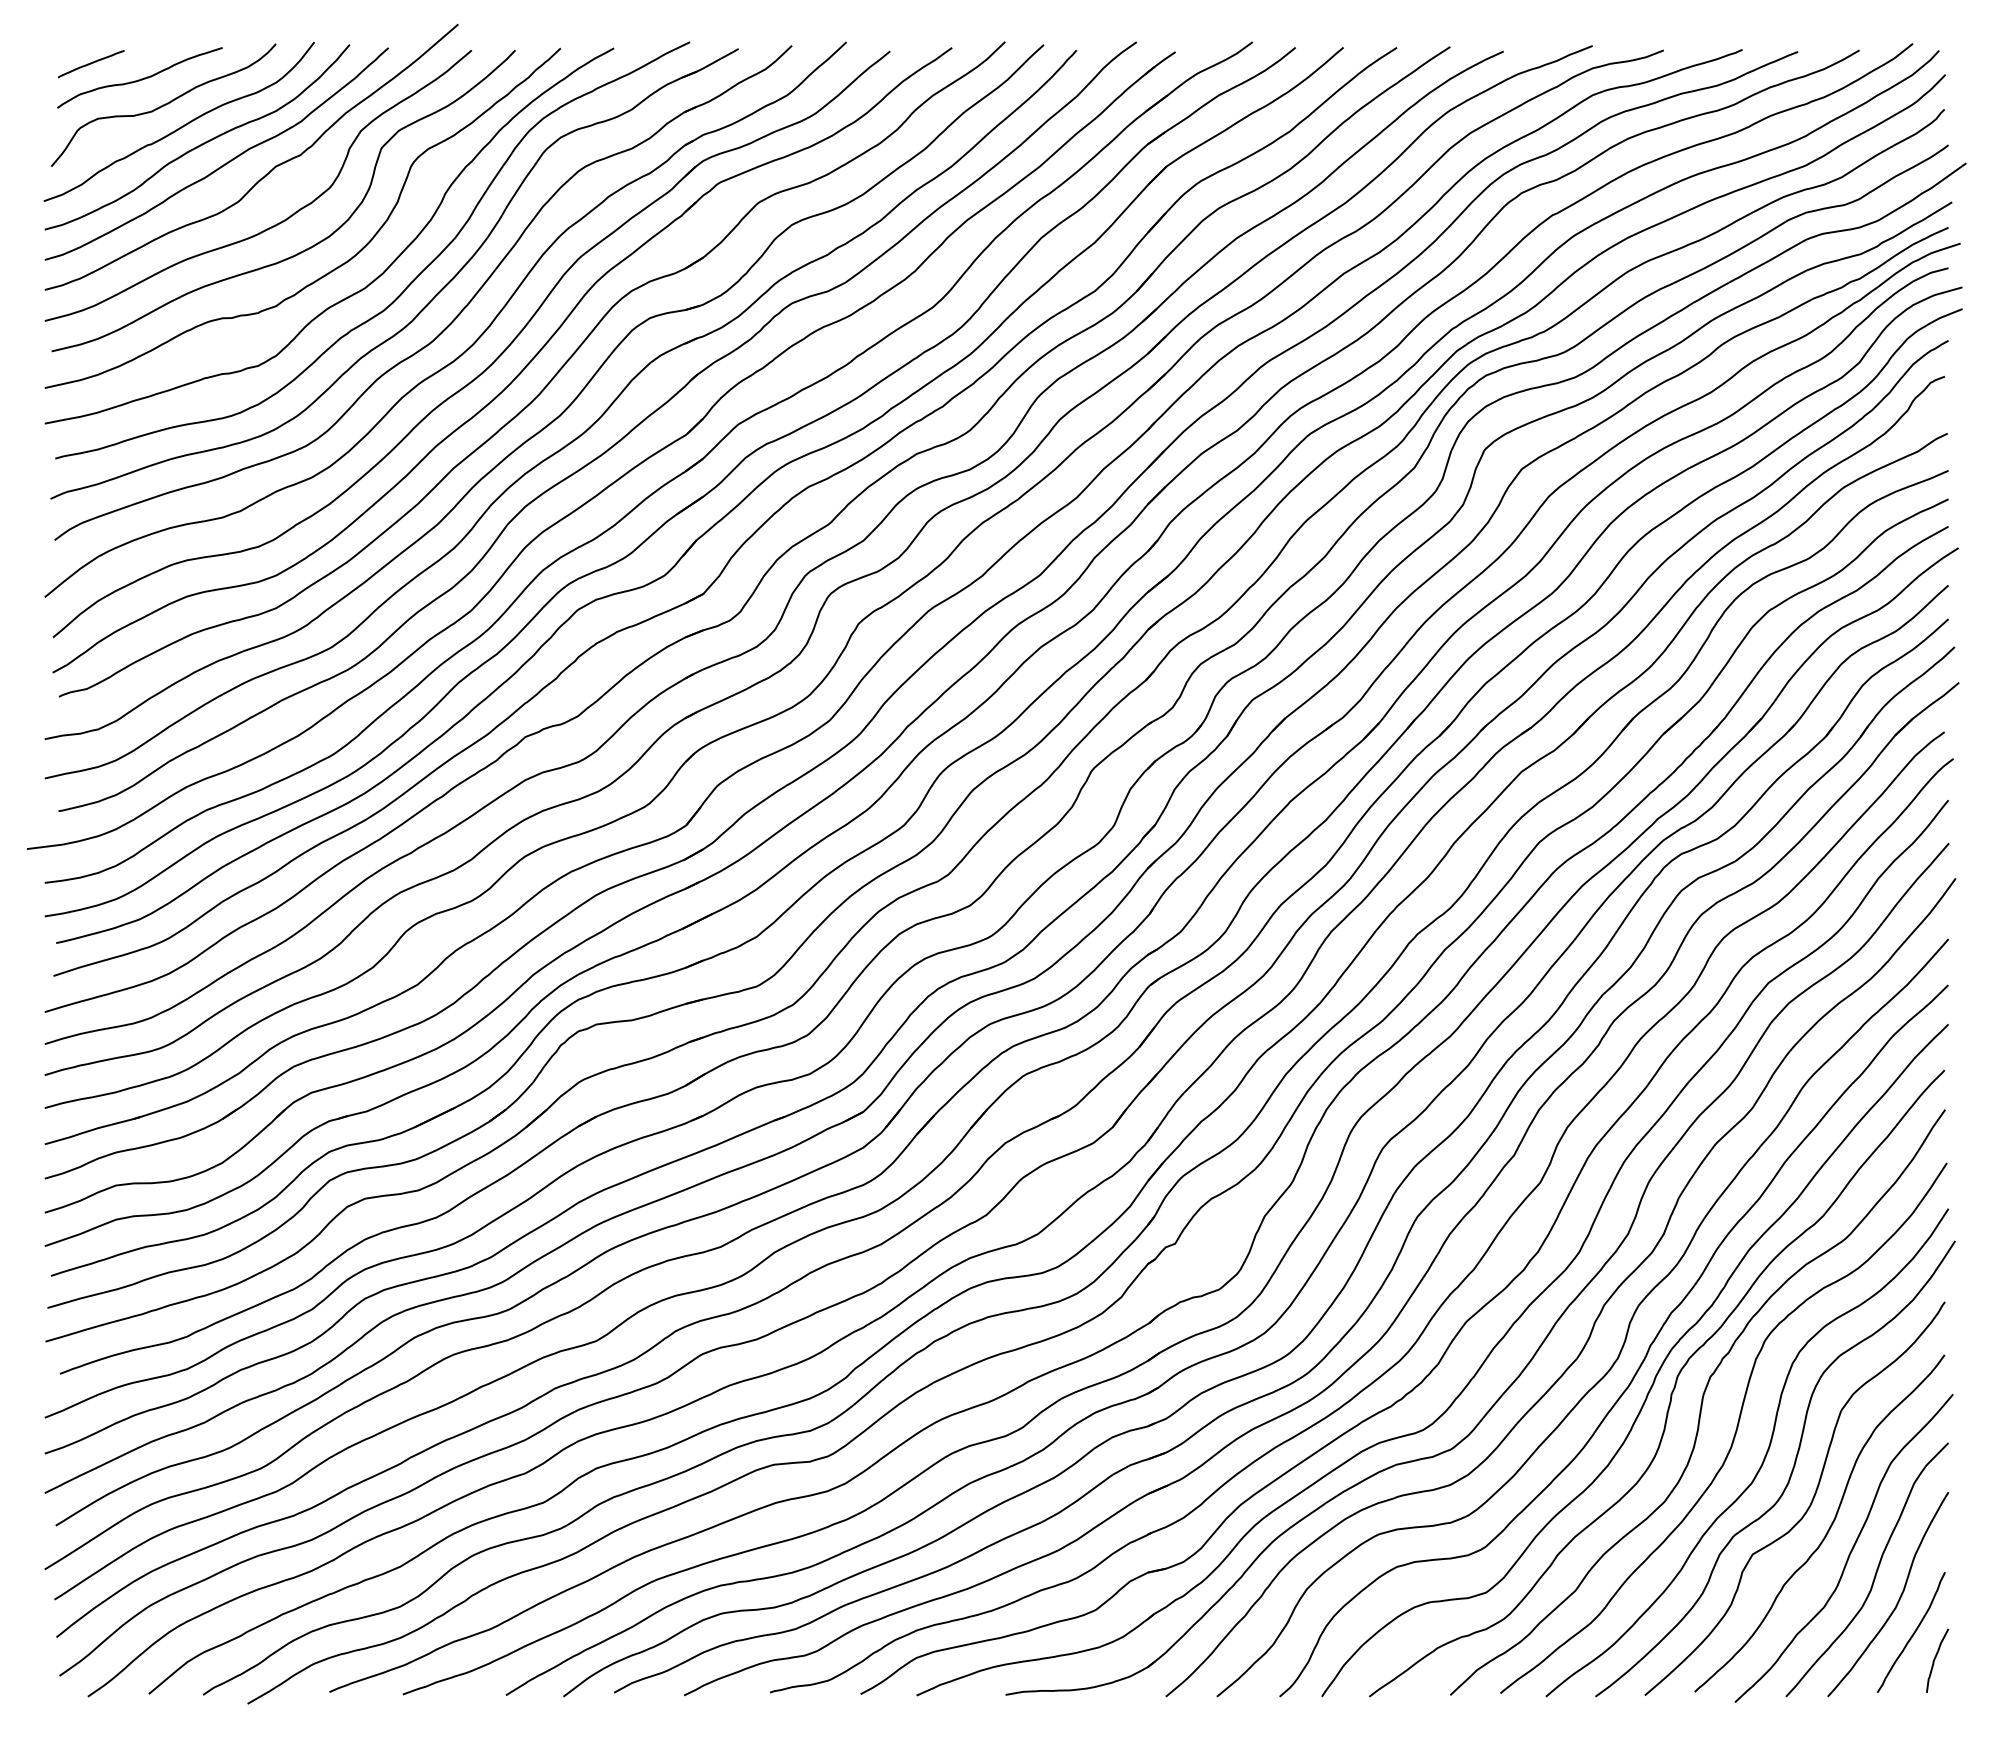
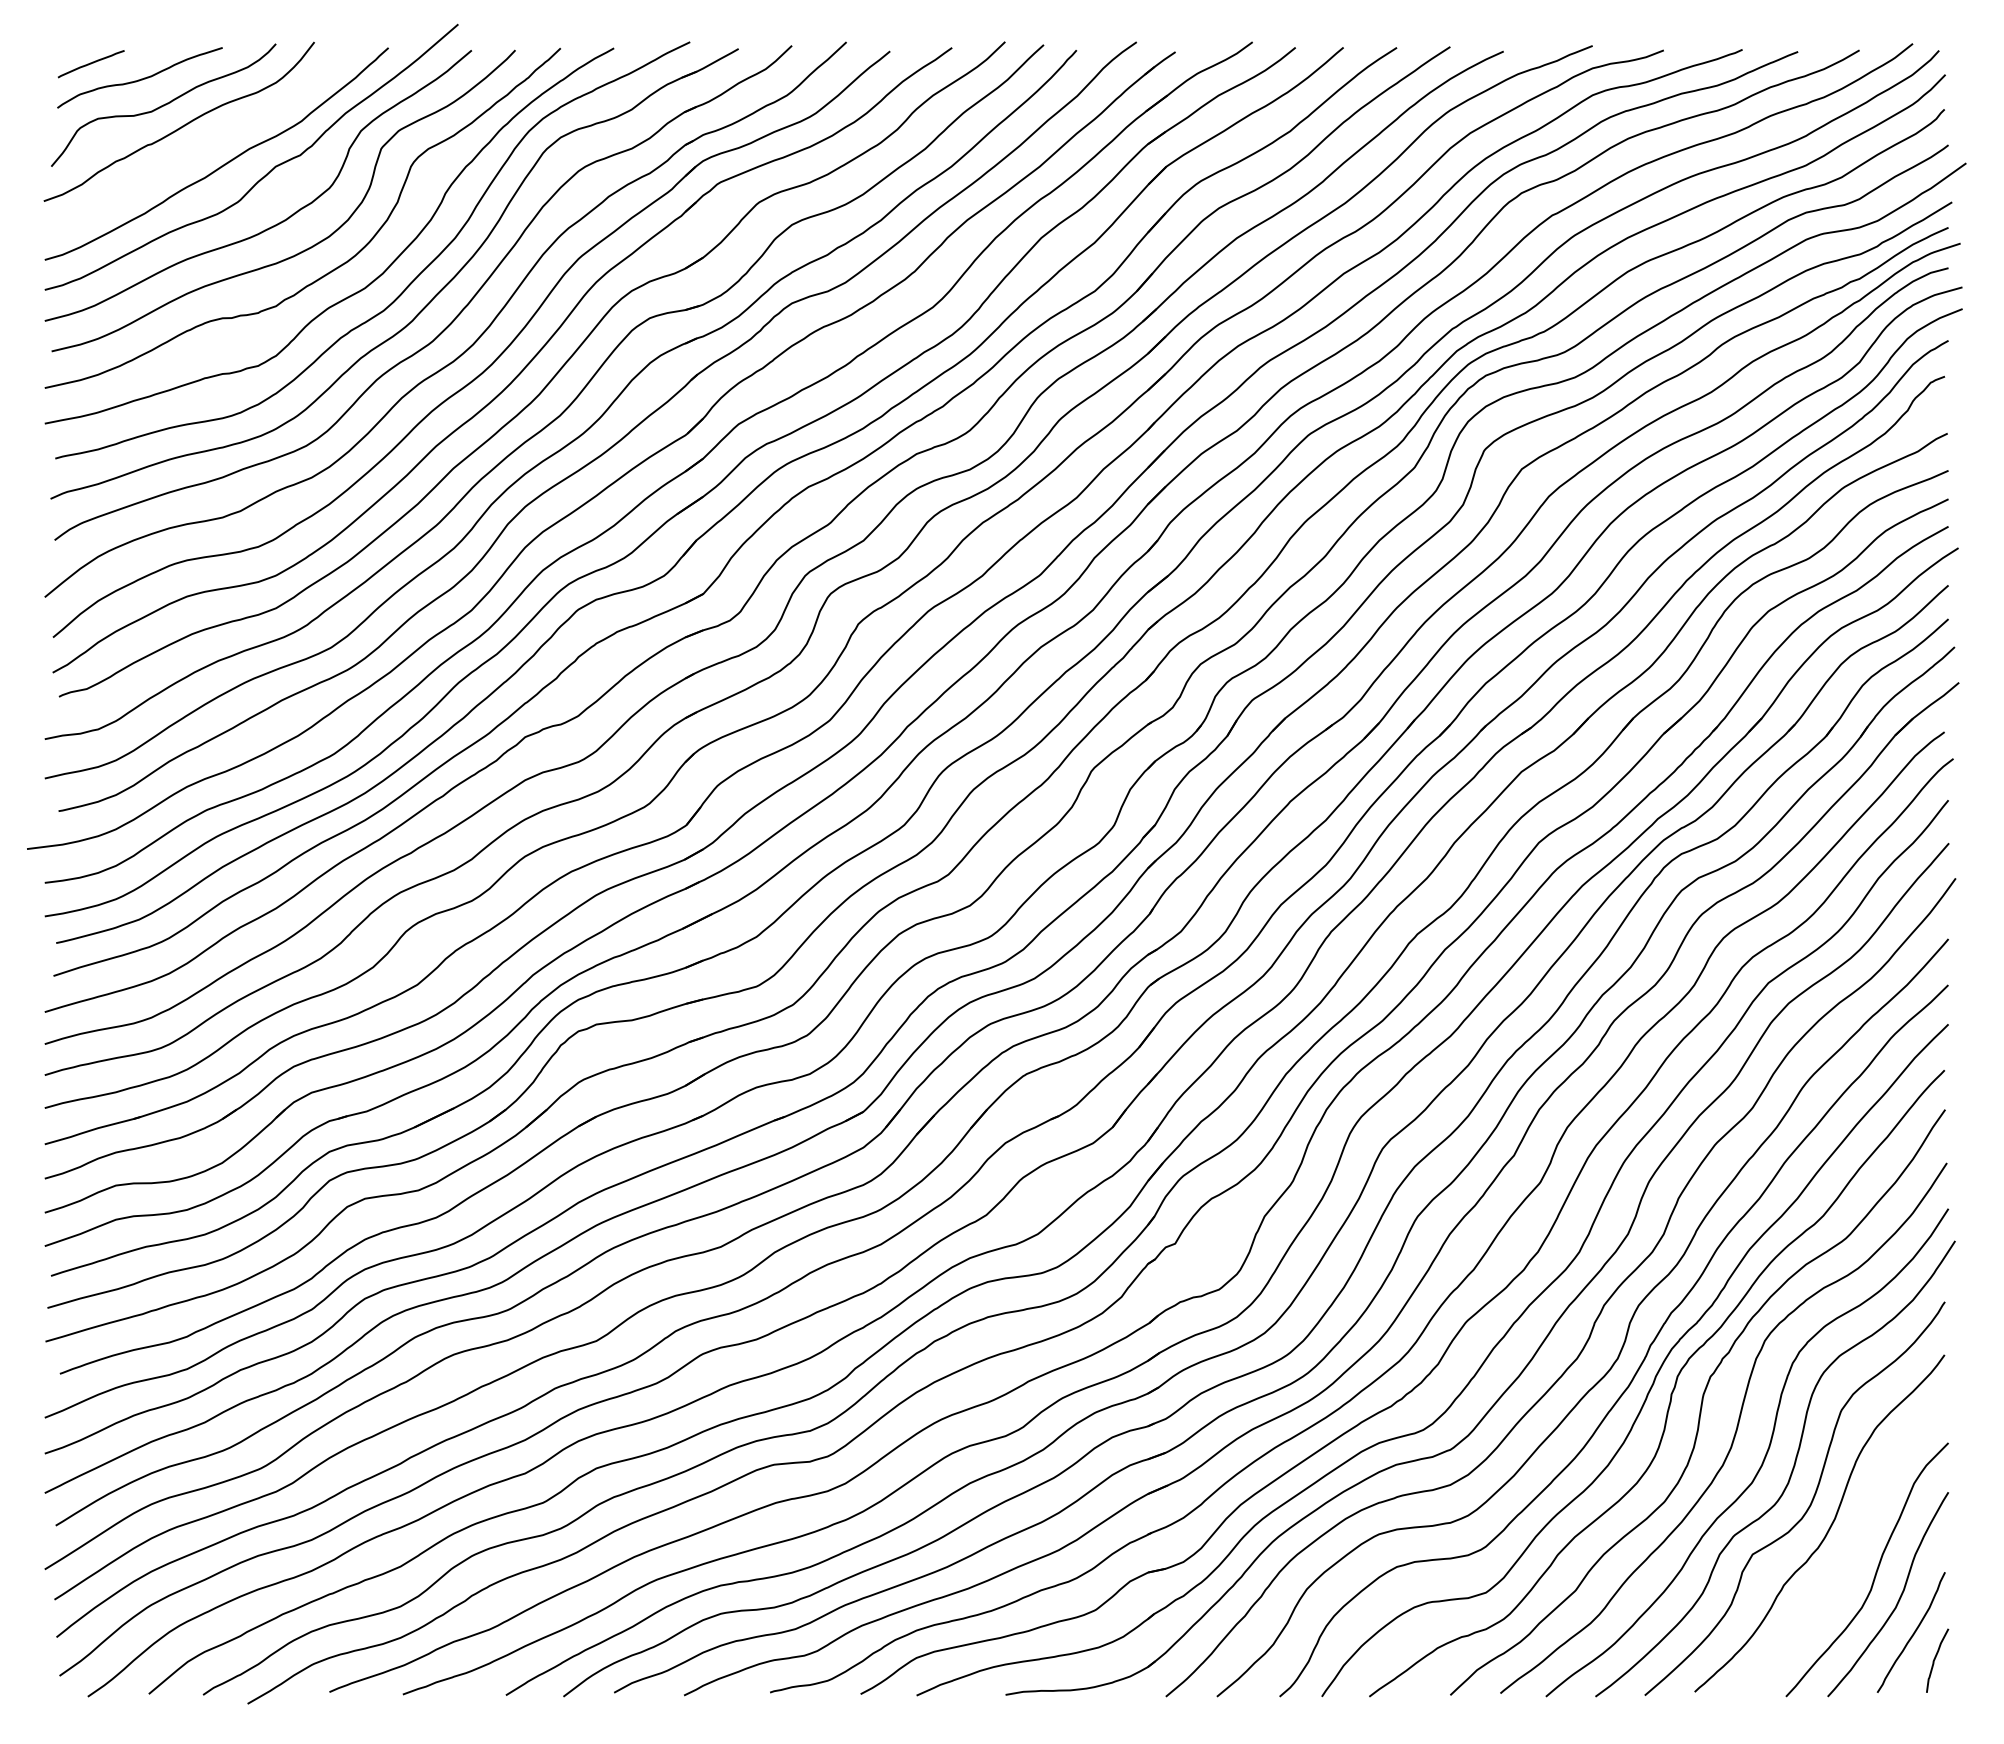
curve at (201, 143): present -> none
curve at (1849, 1552): present -> none
